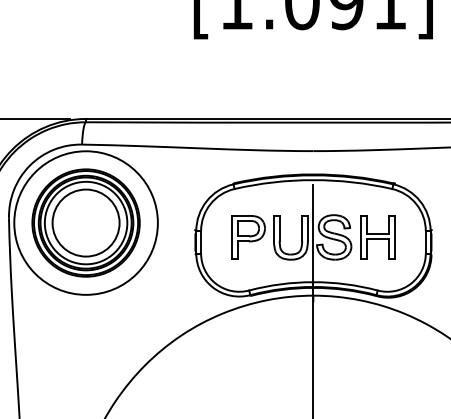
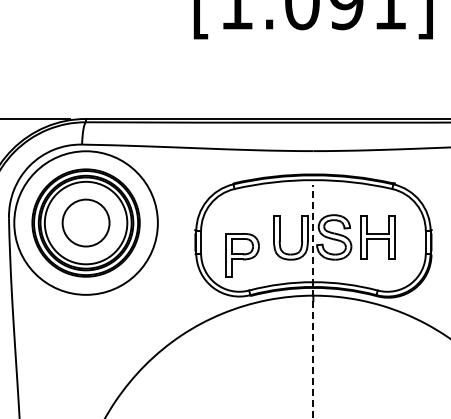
circle at (85, 222) diameter: 67 px -> 47 px
part at (248, 237) position: (248, 237) -> (242, 255)
line at (313, 301): solid -> dashed
